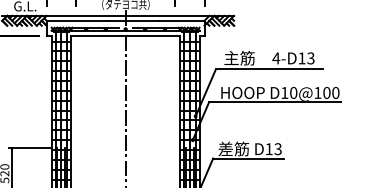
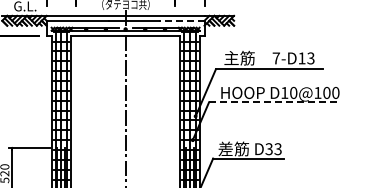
line at (181, 20): solid -> dashed
text at (276, 58): 4-D13 -> 7-D13
line at (275, 102): solid -> dashed
text at (268, 149): D13 -> D33
